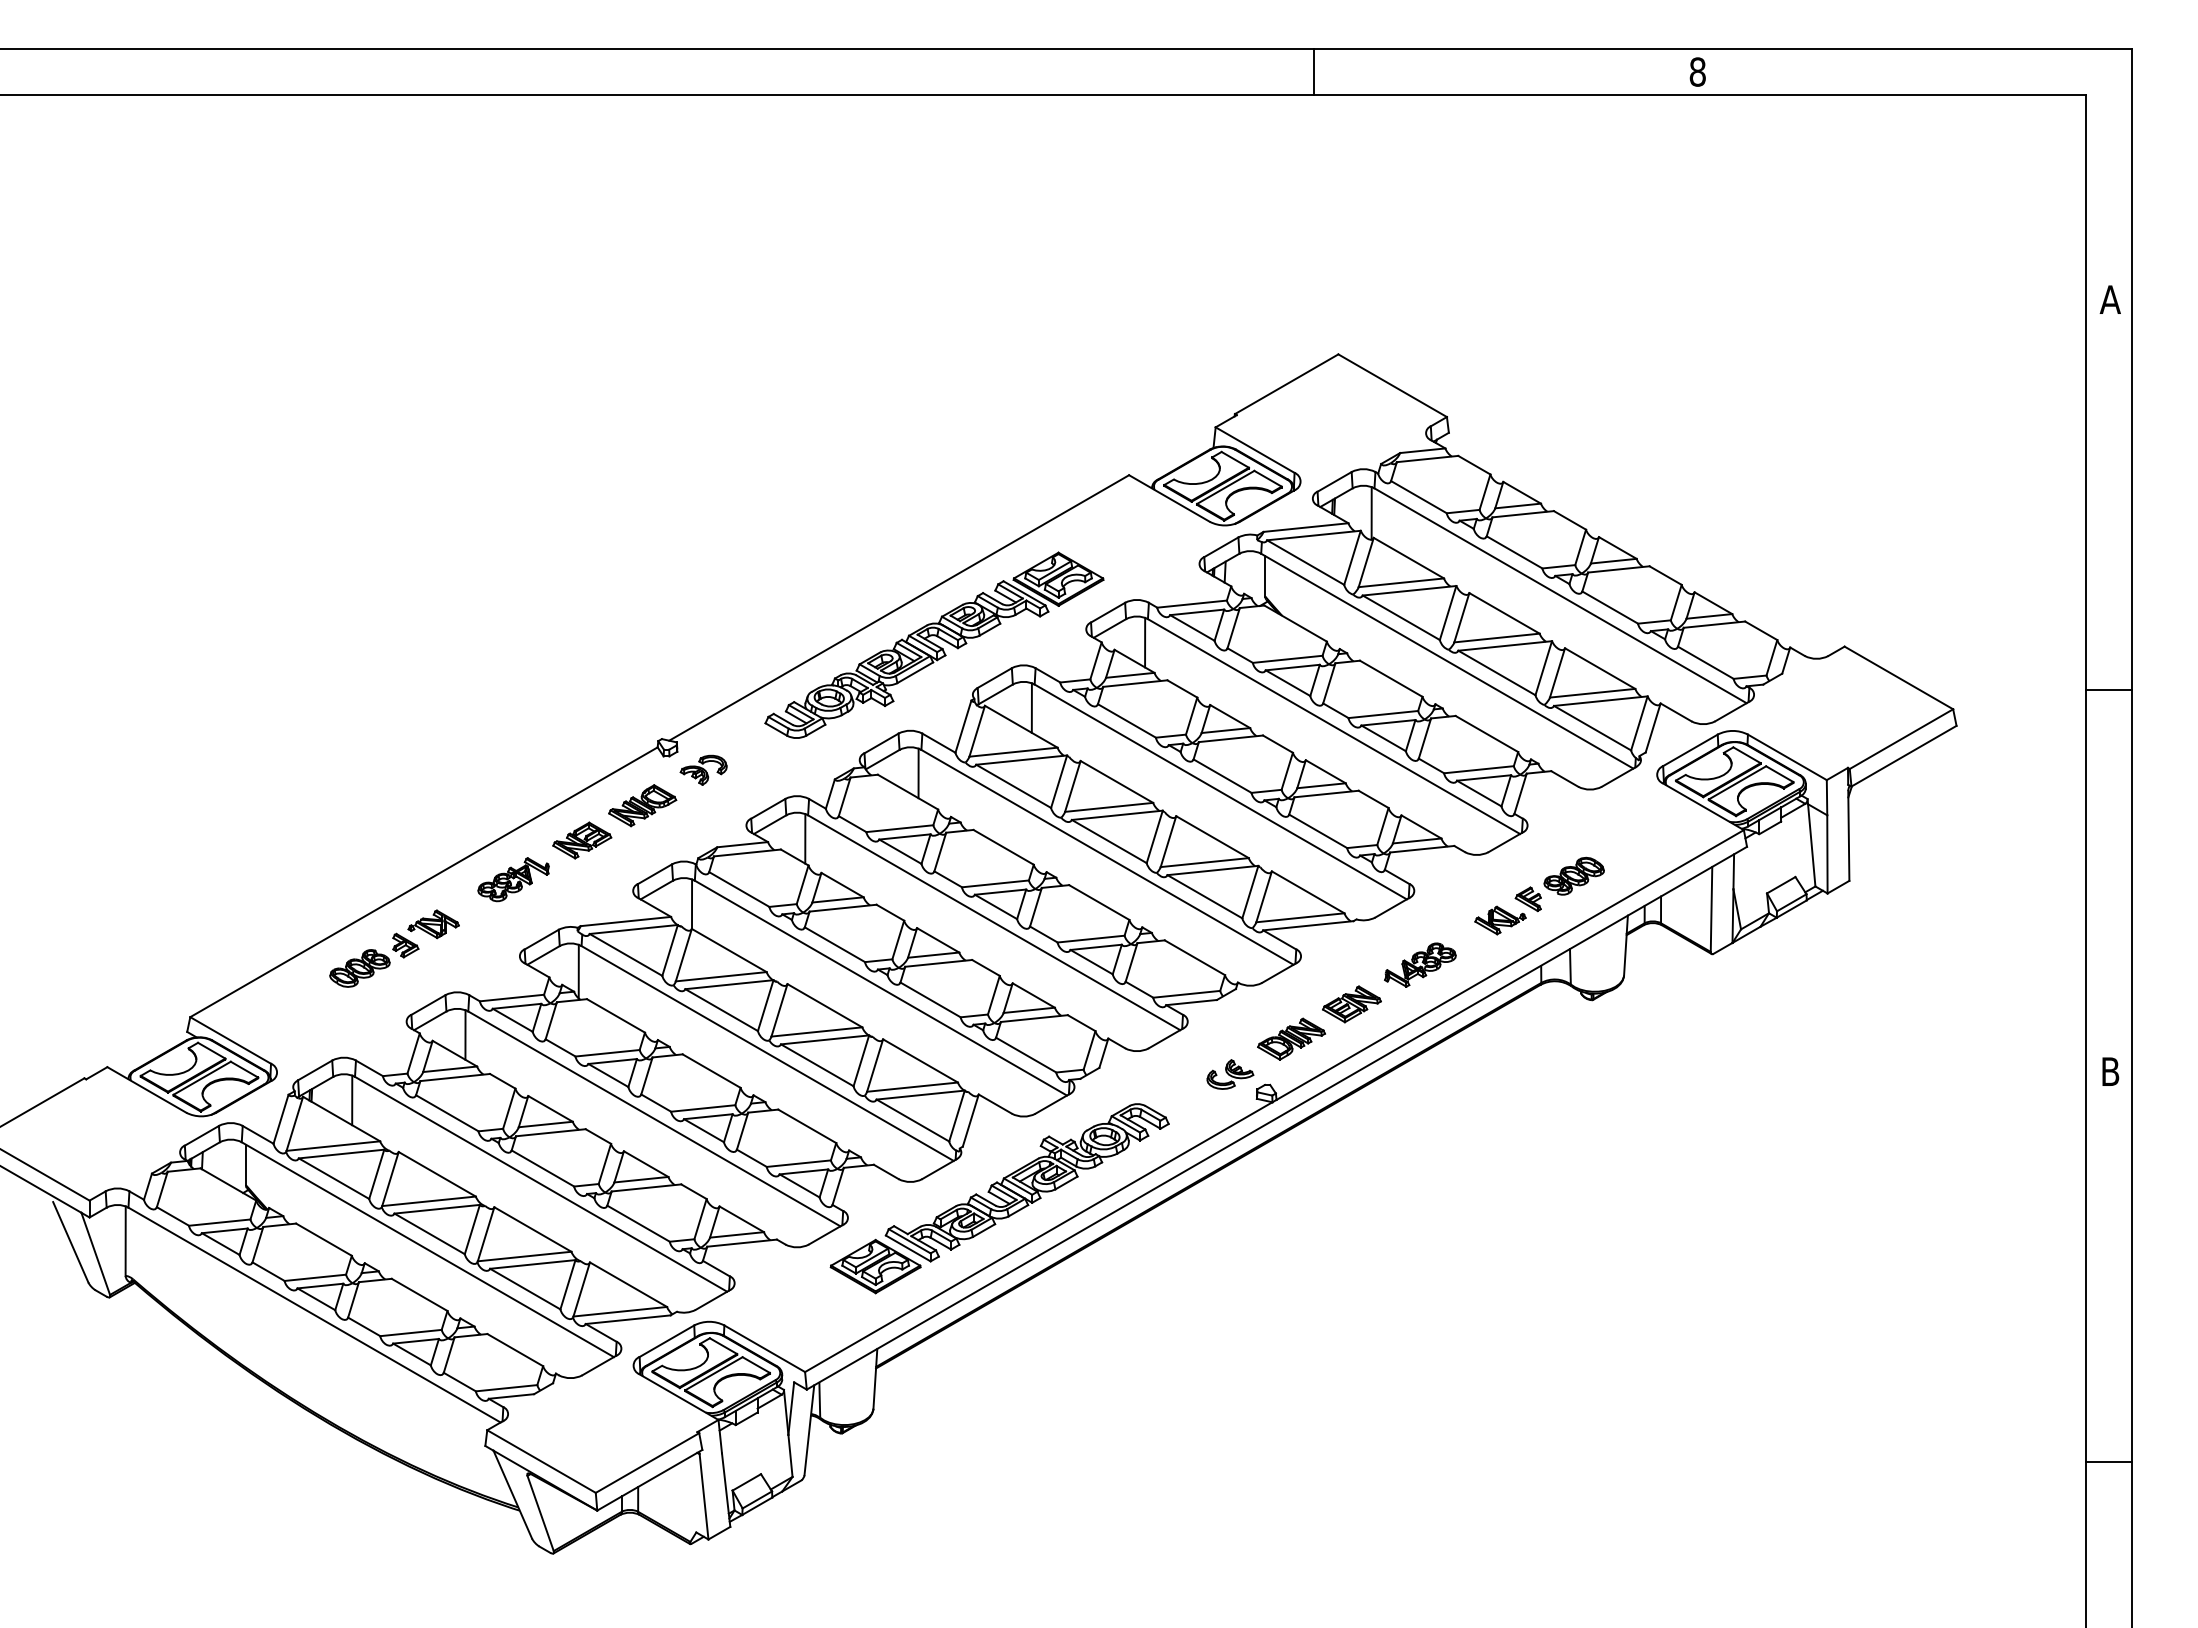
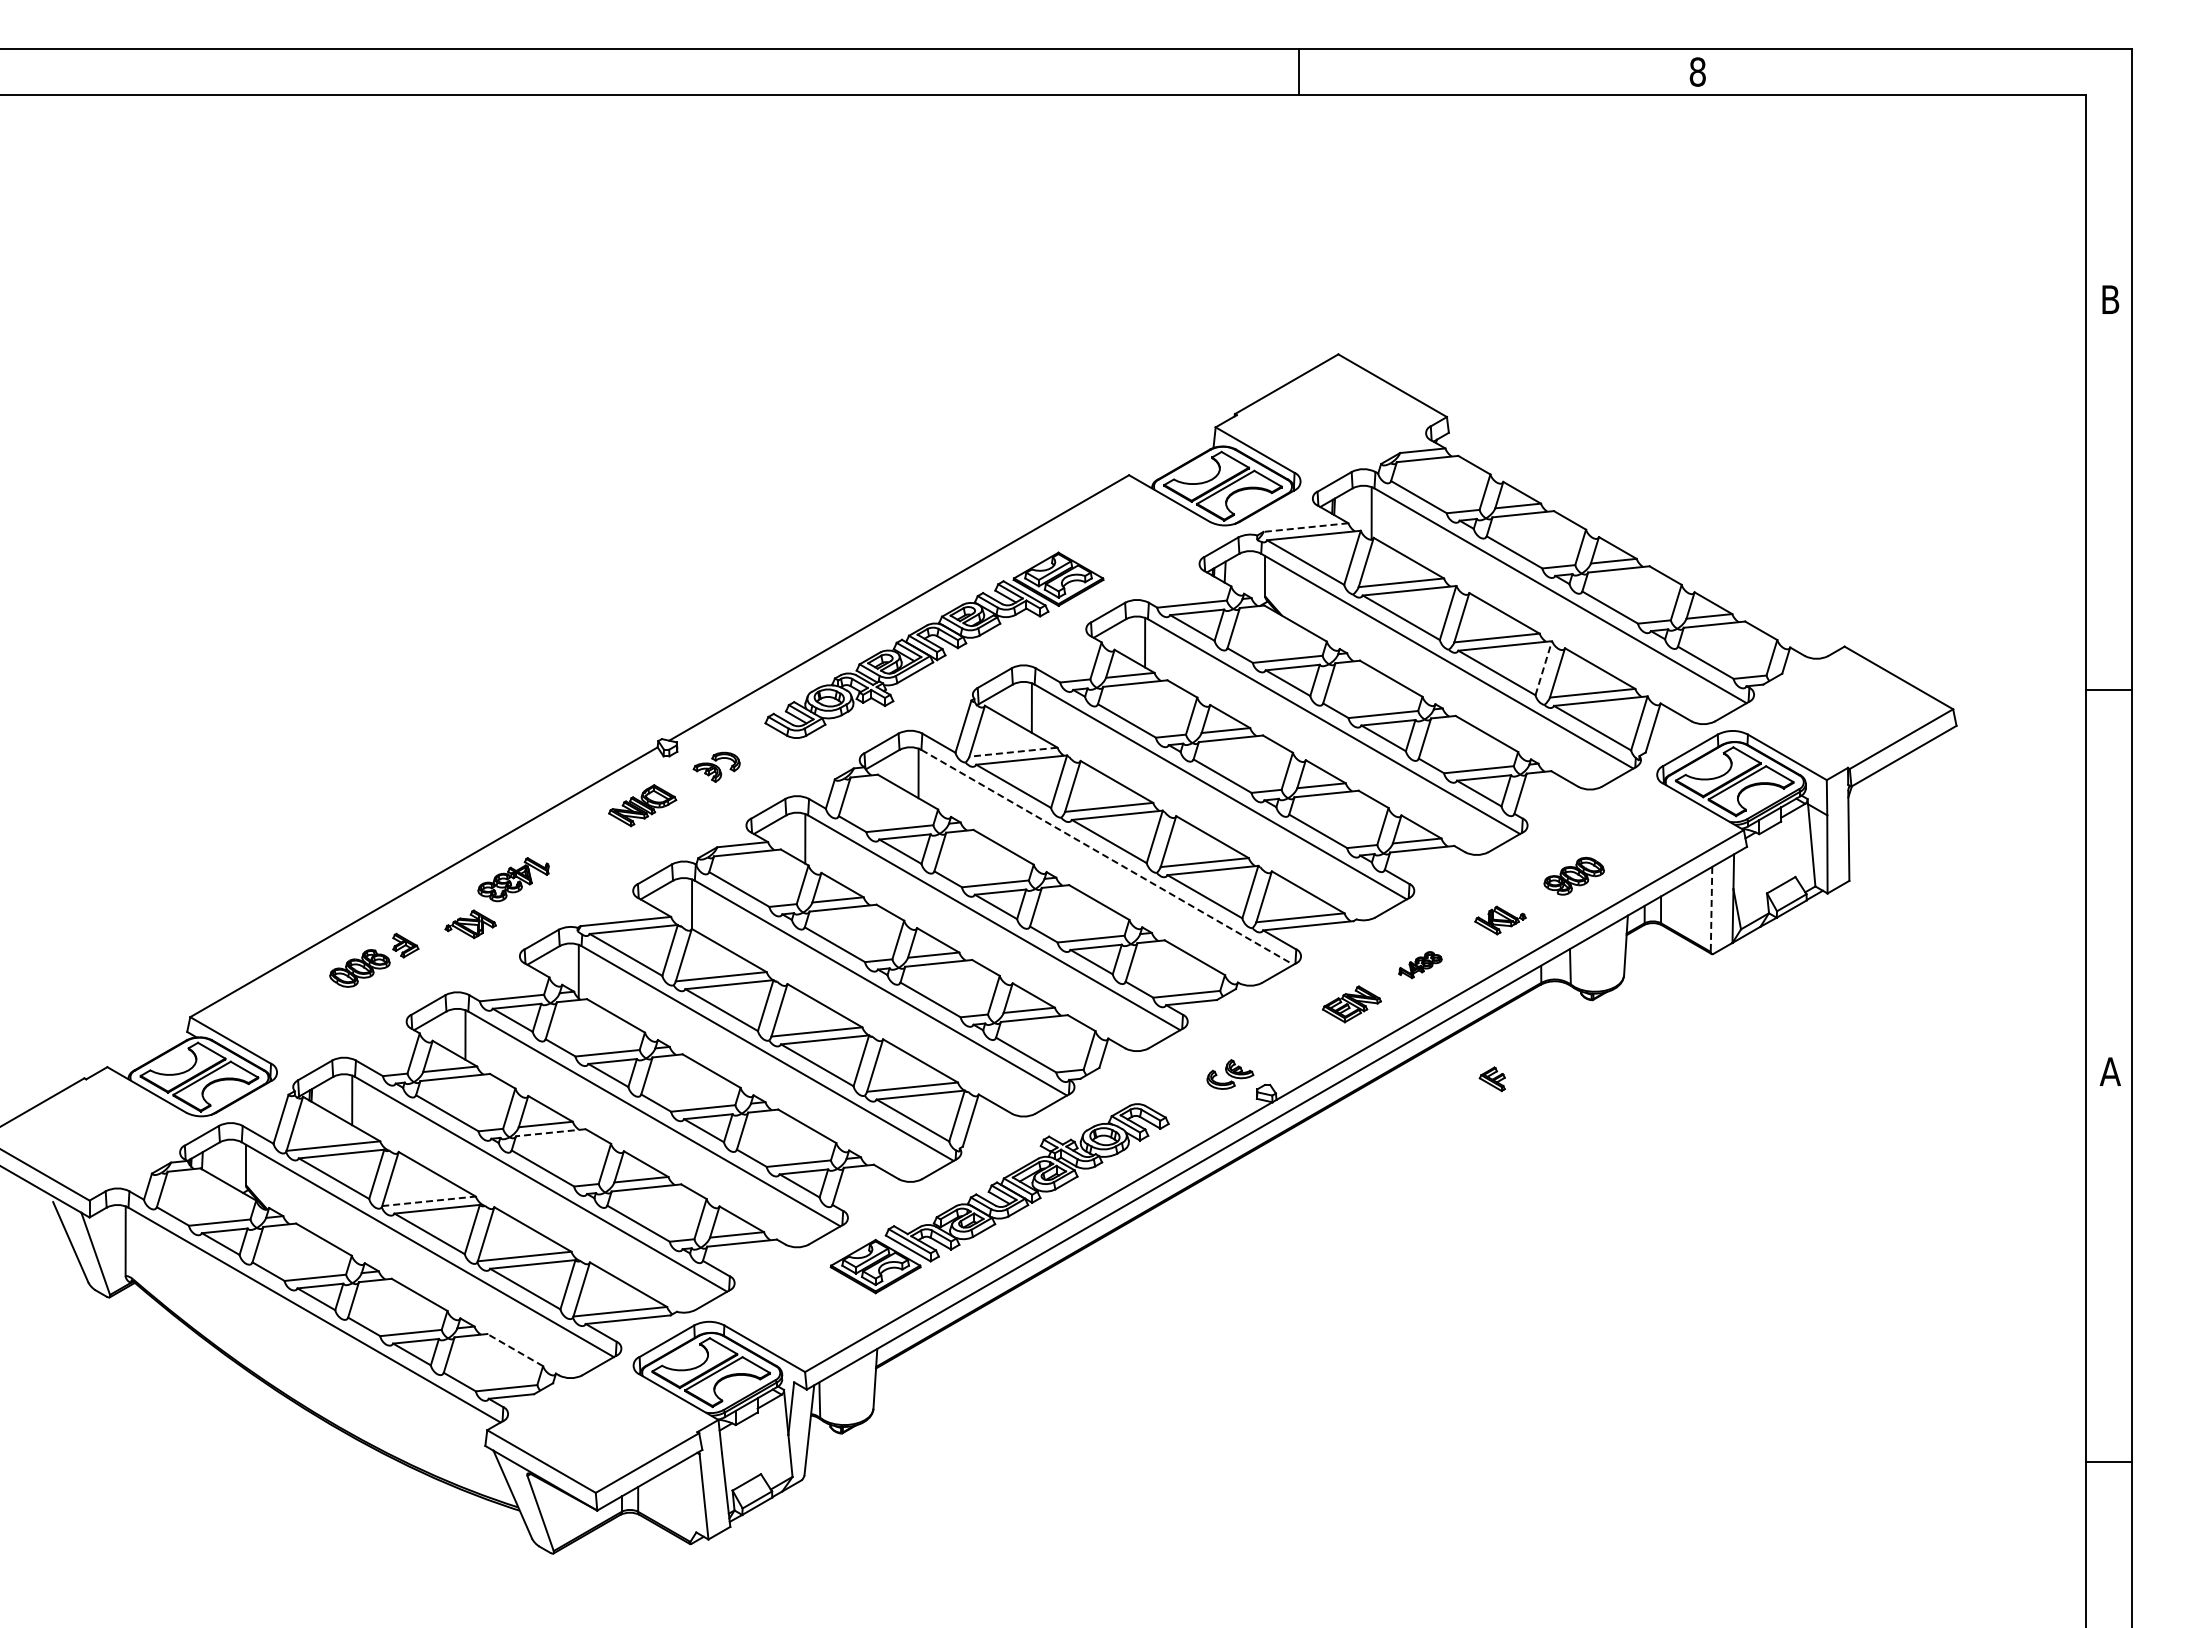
line at (1313, 72) position: (1313, 72) -> (1298, 72)
text at (2109, 299): A -> B
line at (1305, 527): solid -> dashed
line at (1543, 667): solid -> dashed
line at (1013, 752): solid -> dashed
part at (703, 769) position: (703, 769) -> (716, 766)
part at (582, 840): present -> none
line at (1107, 857): solid -> dashed
part at (1527, 899) position: (1527, 899) -> (1491, 1079)
line at (1711, 909): solid -> dashed
part at (433, 924) position: (433, 924) -> (470, 924)
part at (1420, 964) size: 73x46 px -> 45x29 px
part at (1291, 1038): present -> none
text at (2109, 1071): B -> A
line at (550, 1132): solid -> dashed
line at (429, 1201): solid -> dashed
line at (514, 1349): solid -> dashed
